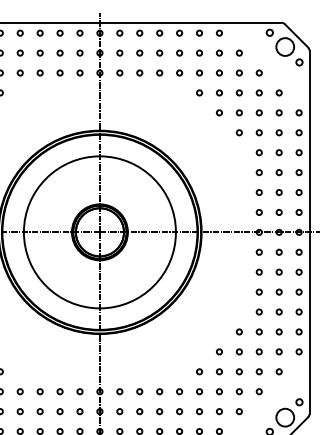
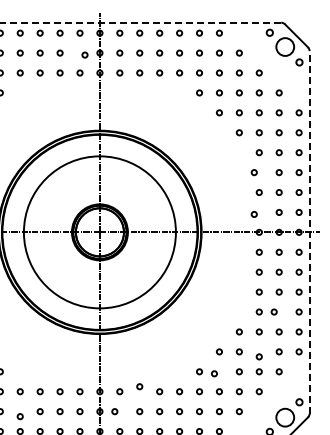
line at (140, 22): solid -> dashed
circle at (79, 52) position: (79, 52) -> (84, 54)
circle at (258, 172) position: (258, 172) -> (253, 172)
circle at (258, 212) position: (258, 212) -> (253, 214)
line at (309, 231): solid -> dashed
circle at (278, 311) position: (278, 311) -> (273, 311)
circle at (258, 351) position: (258, 351) -> (258, 356)
circle at (219, 371) position: (219, 371) -> (214, 373)
circle at (139, 391) position: (139, 391) -> (139, 386)
circle at (19, 411) position: (19, 411) -> (19, 416)
circle at (119, 411) position: (119, 411) -> (114, 411)
